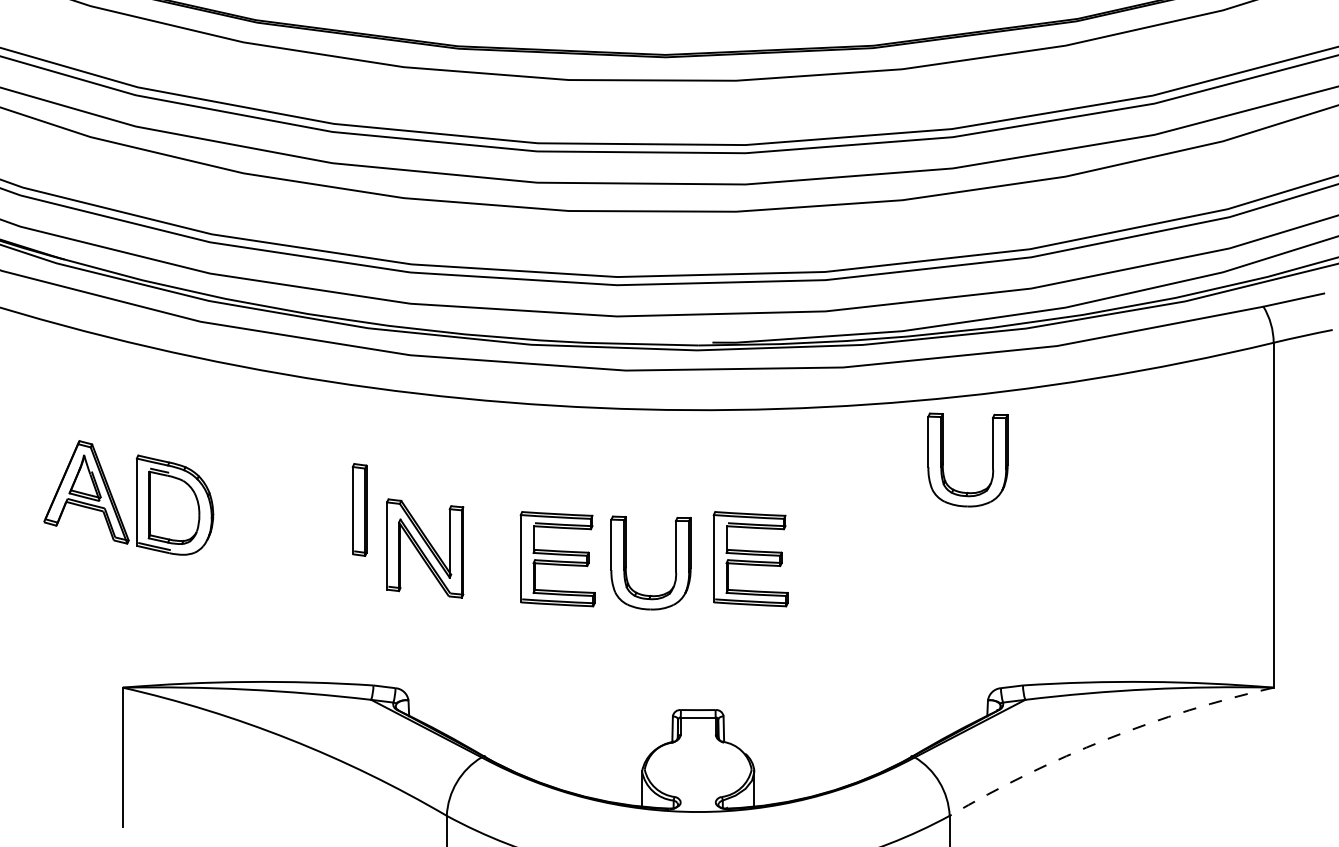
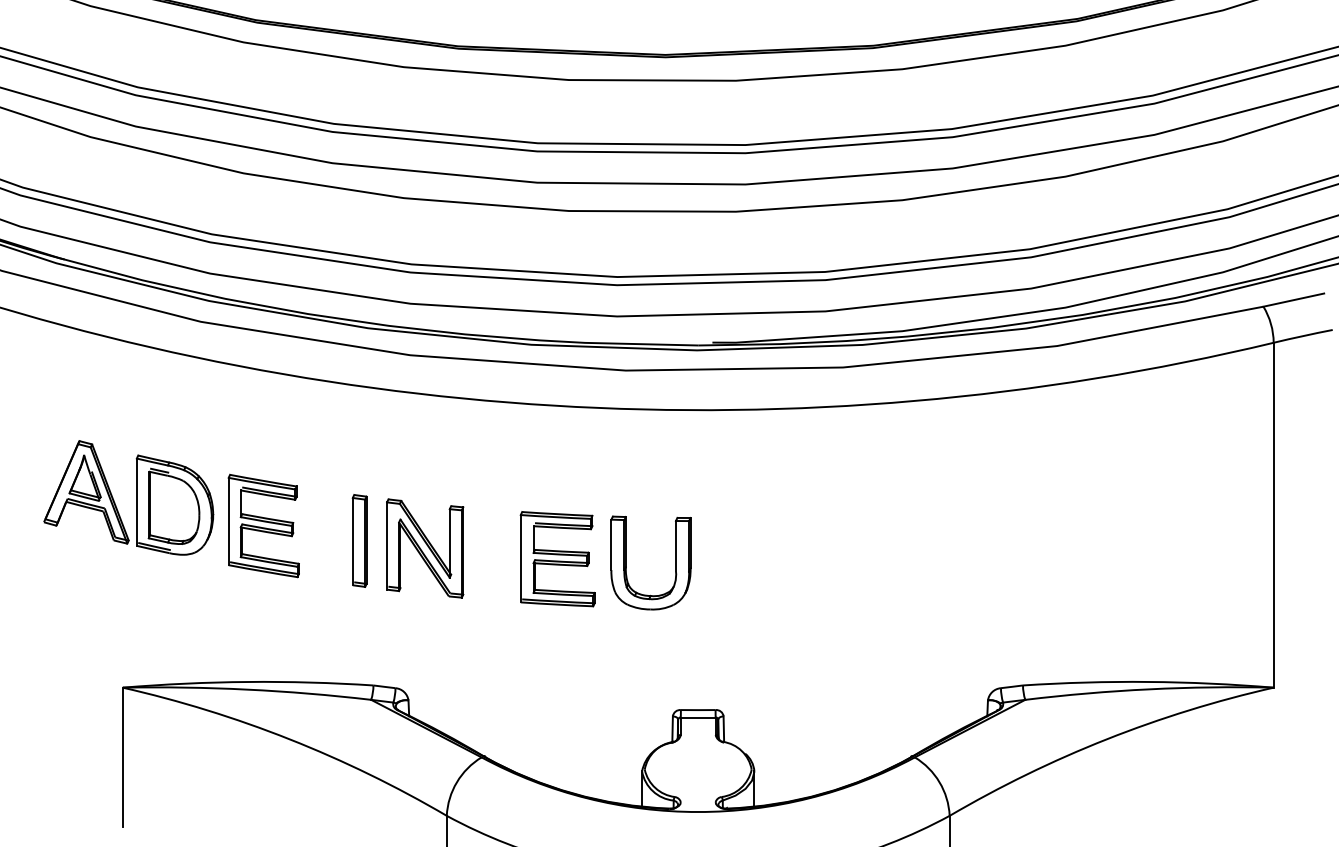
part at (943, 459): present -> none
part at (359, 509) position: (359, 509) -> (359, 540)
part at (263, 525): none -> present
part at (750, 559): present -> none
arc at (1106, 739): dashed -> solid
